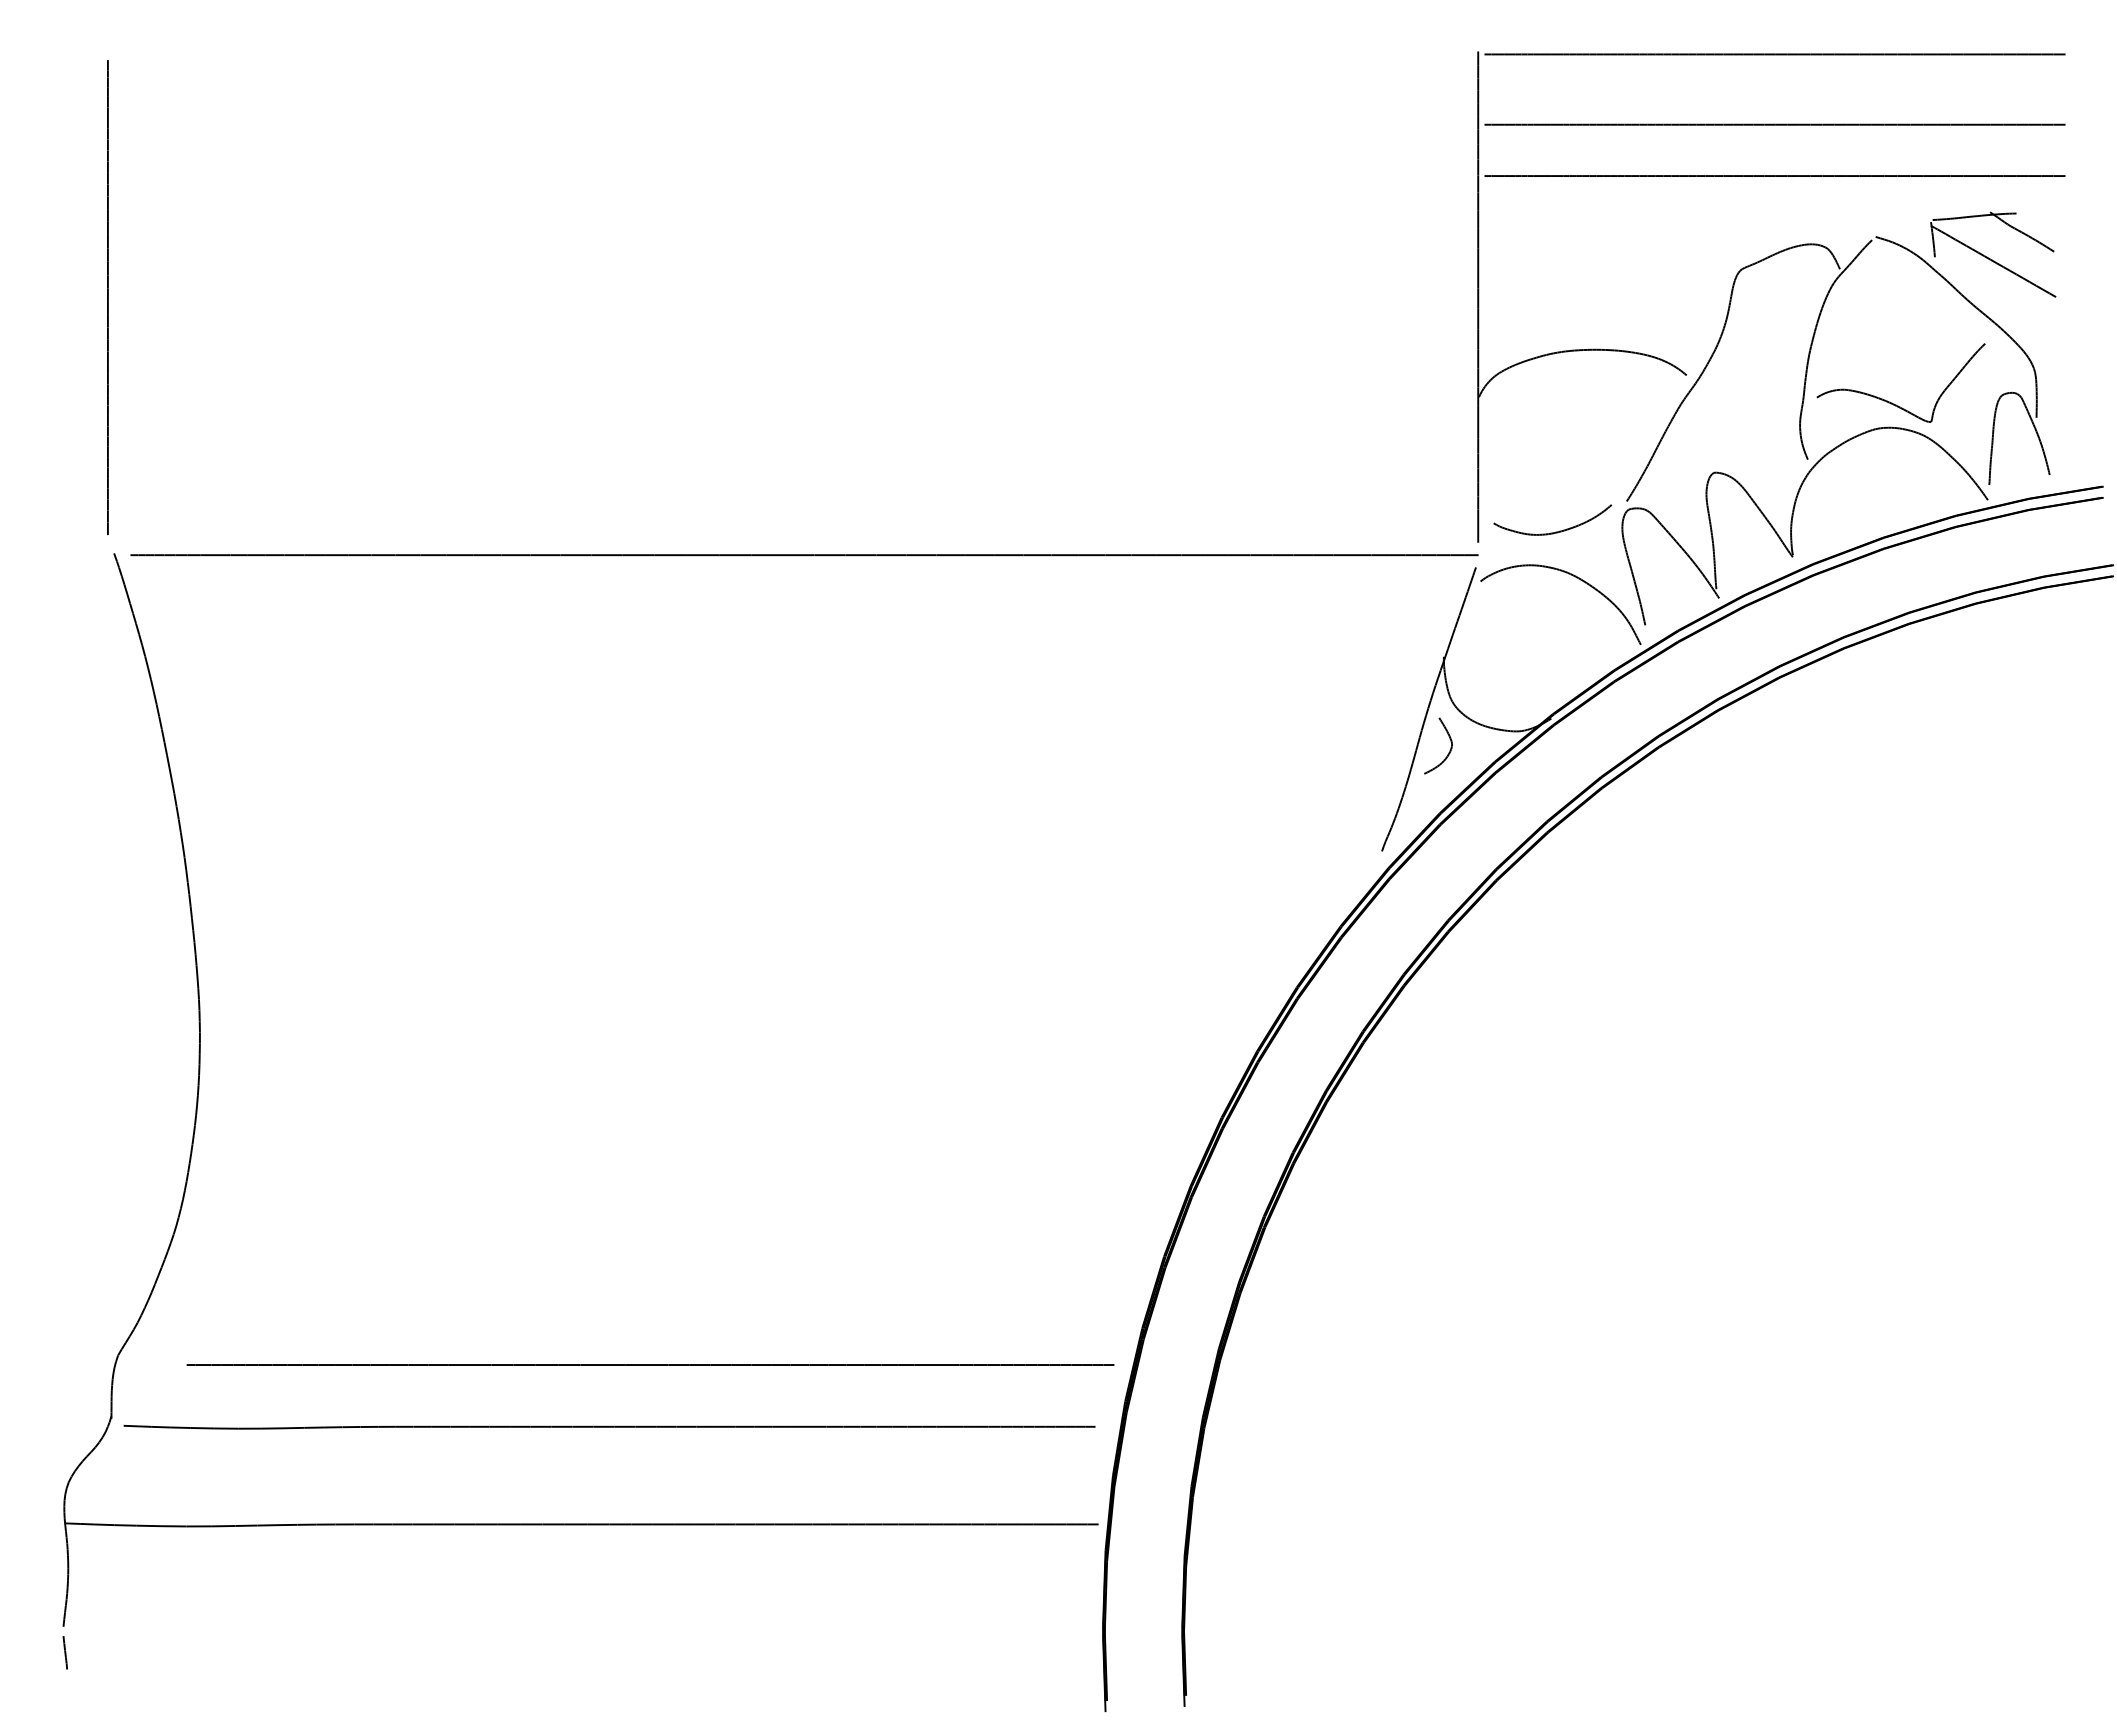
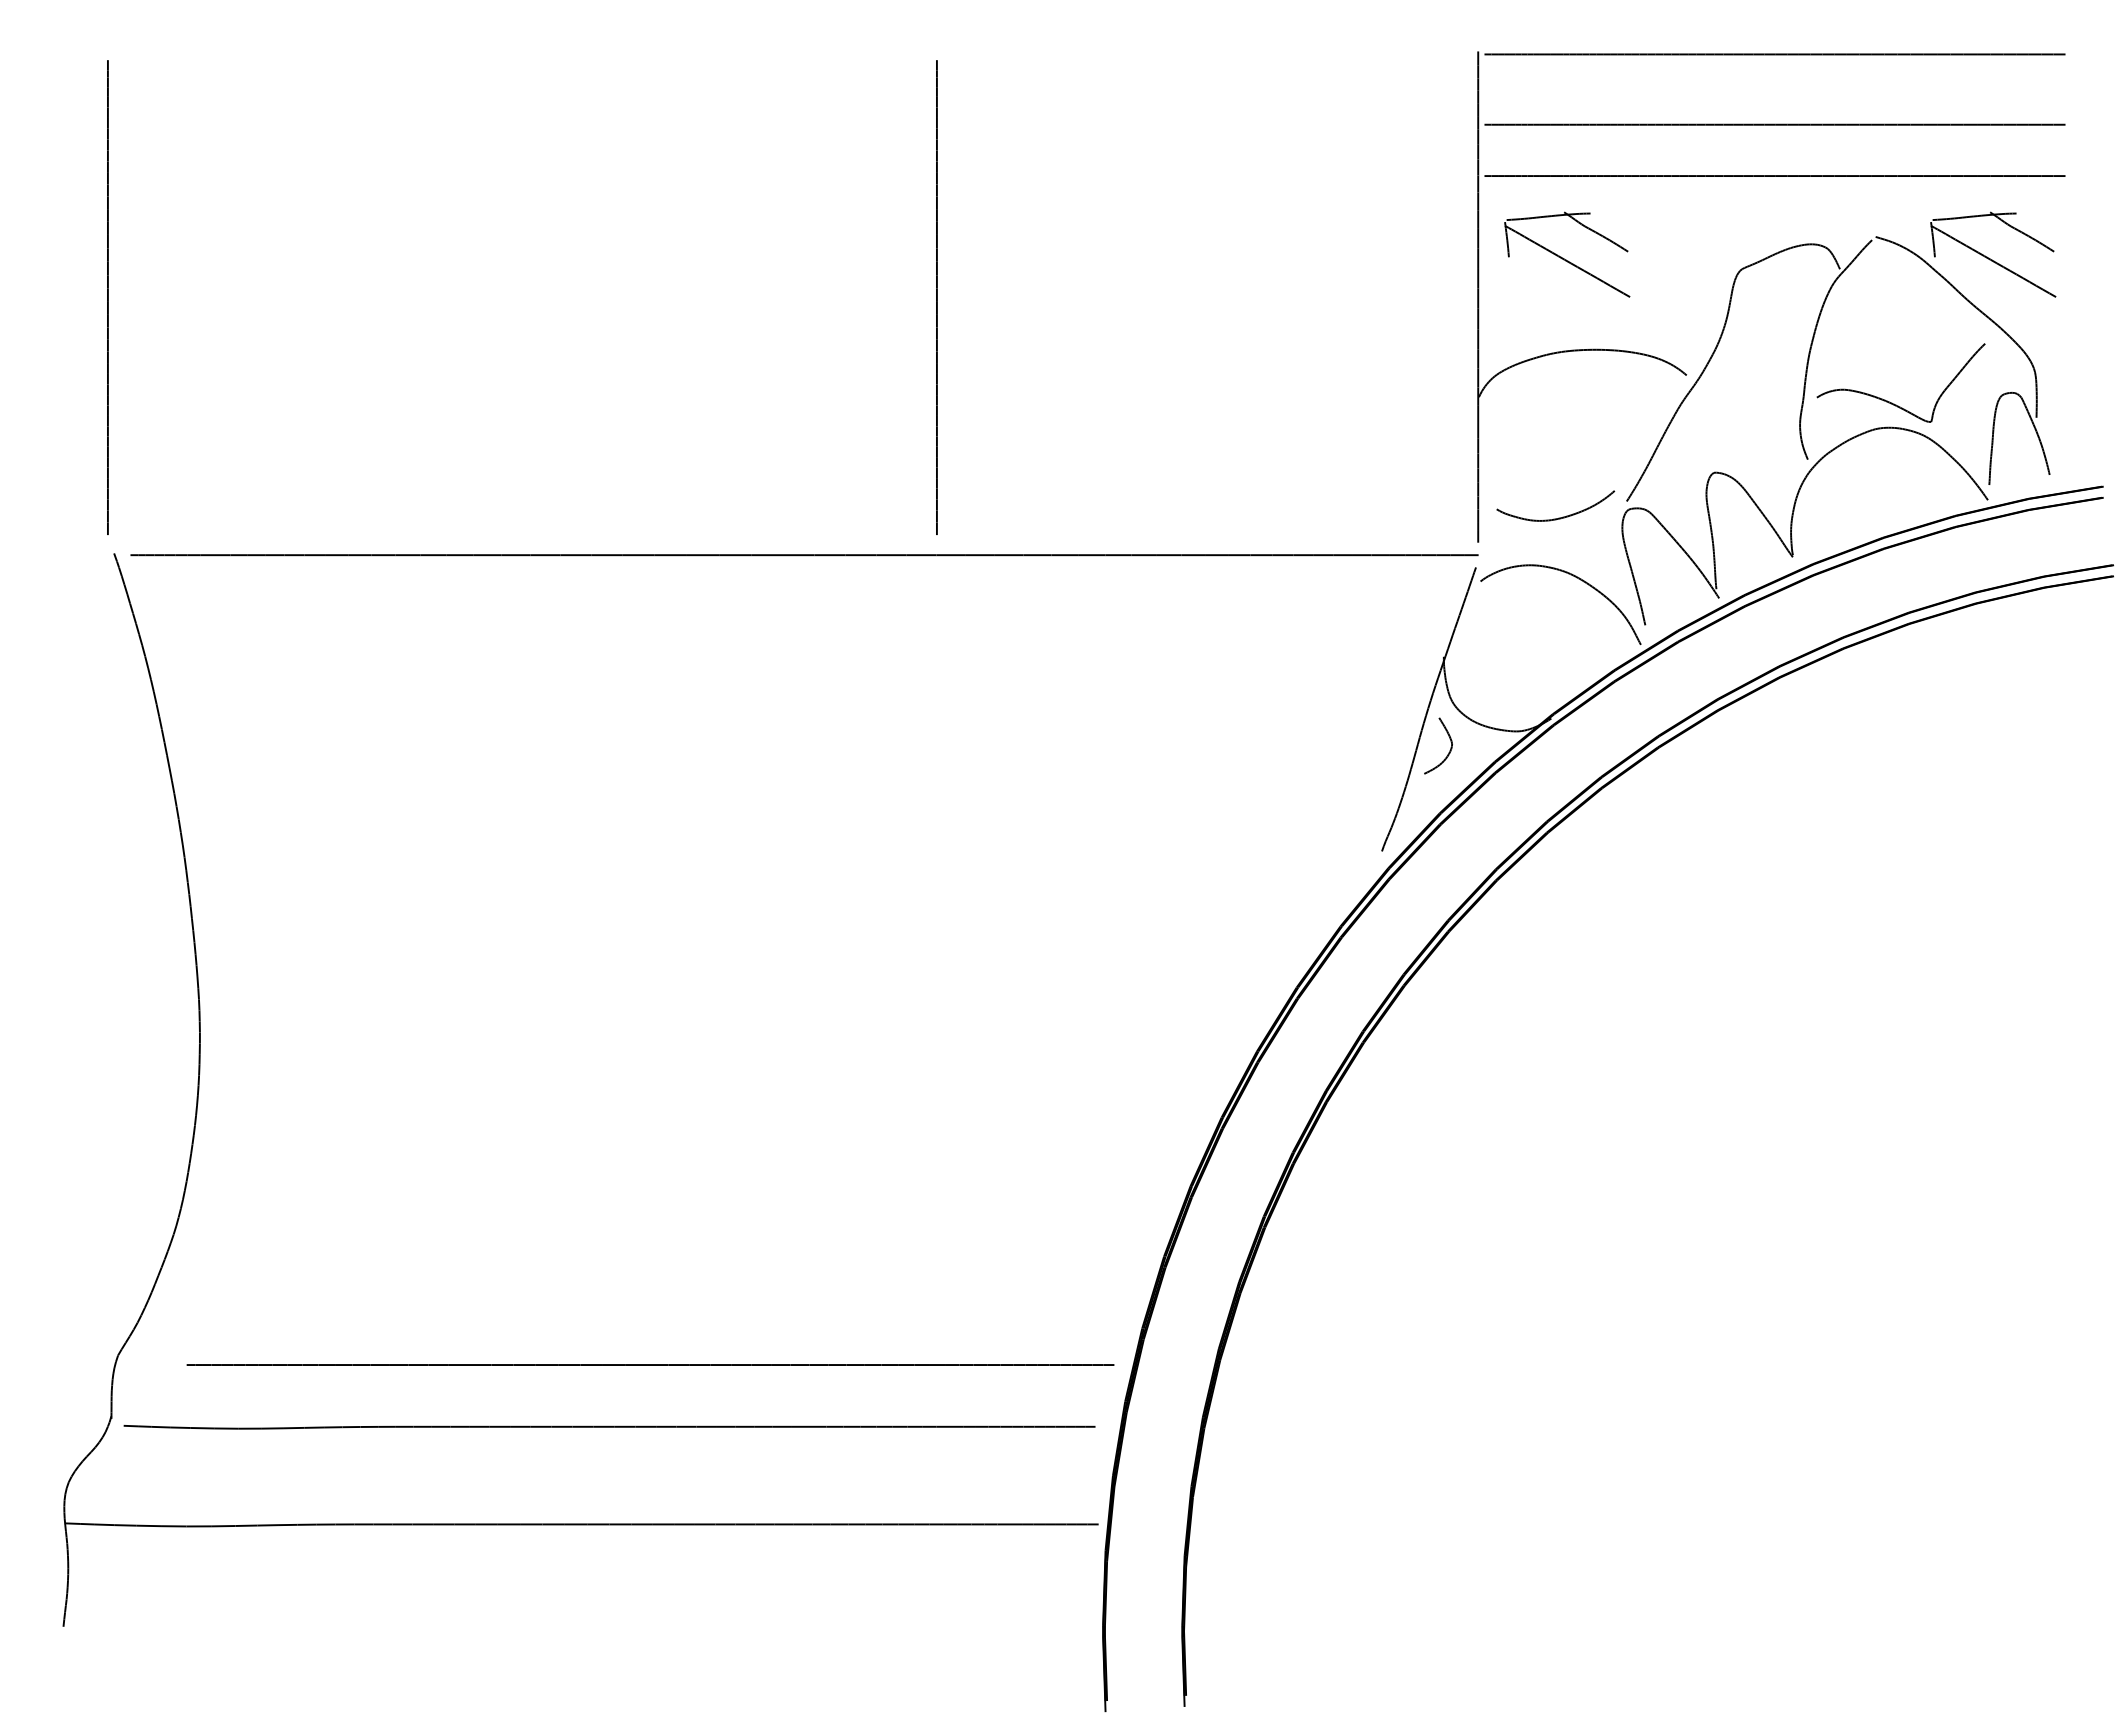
part at (1567, 254): none -> present
line at (936, 297): none -> present
part at (1555, 531) position: (1555, 531) -> (1558, 517)
line at (64, 1652): present -> none
